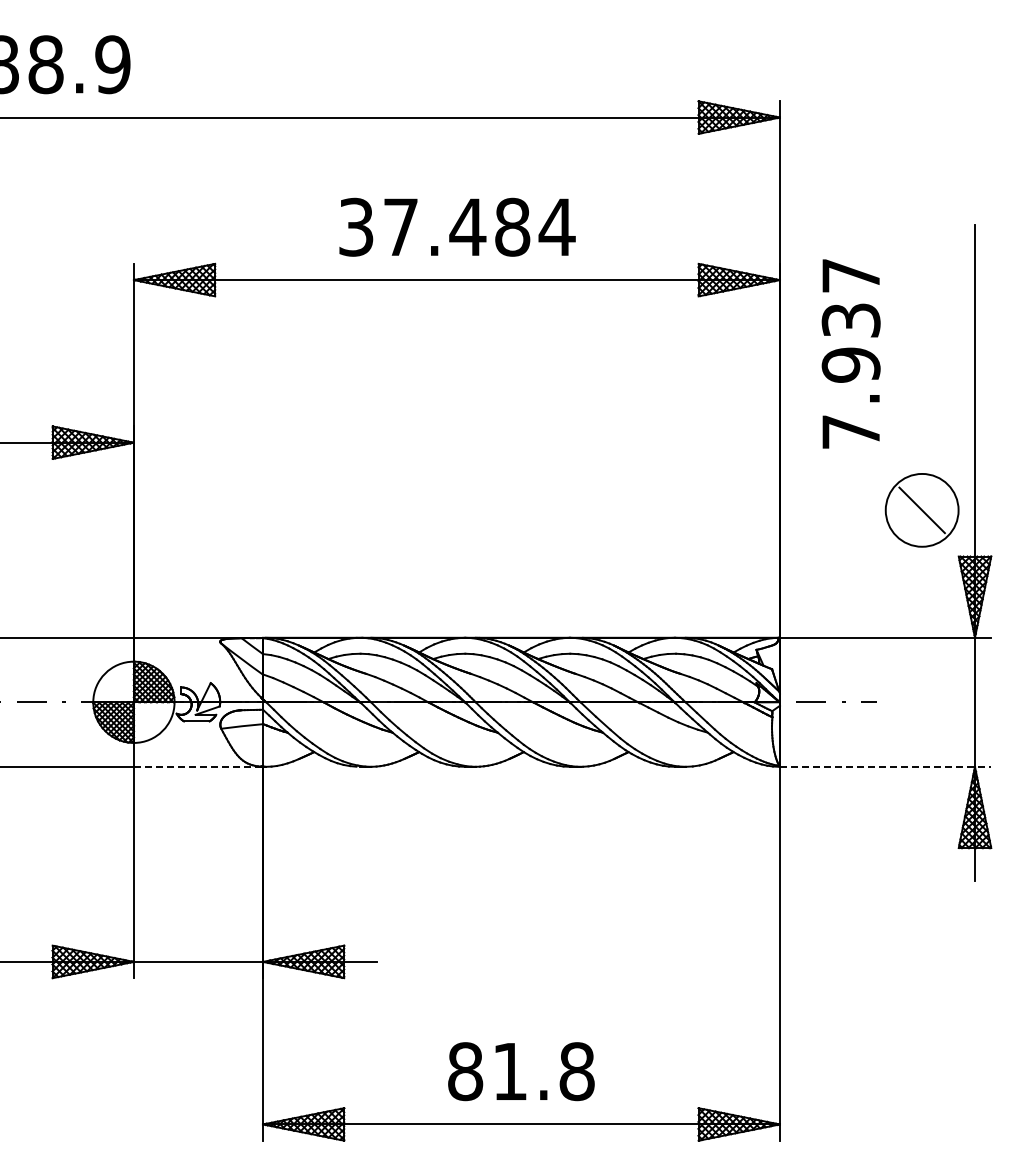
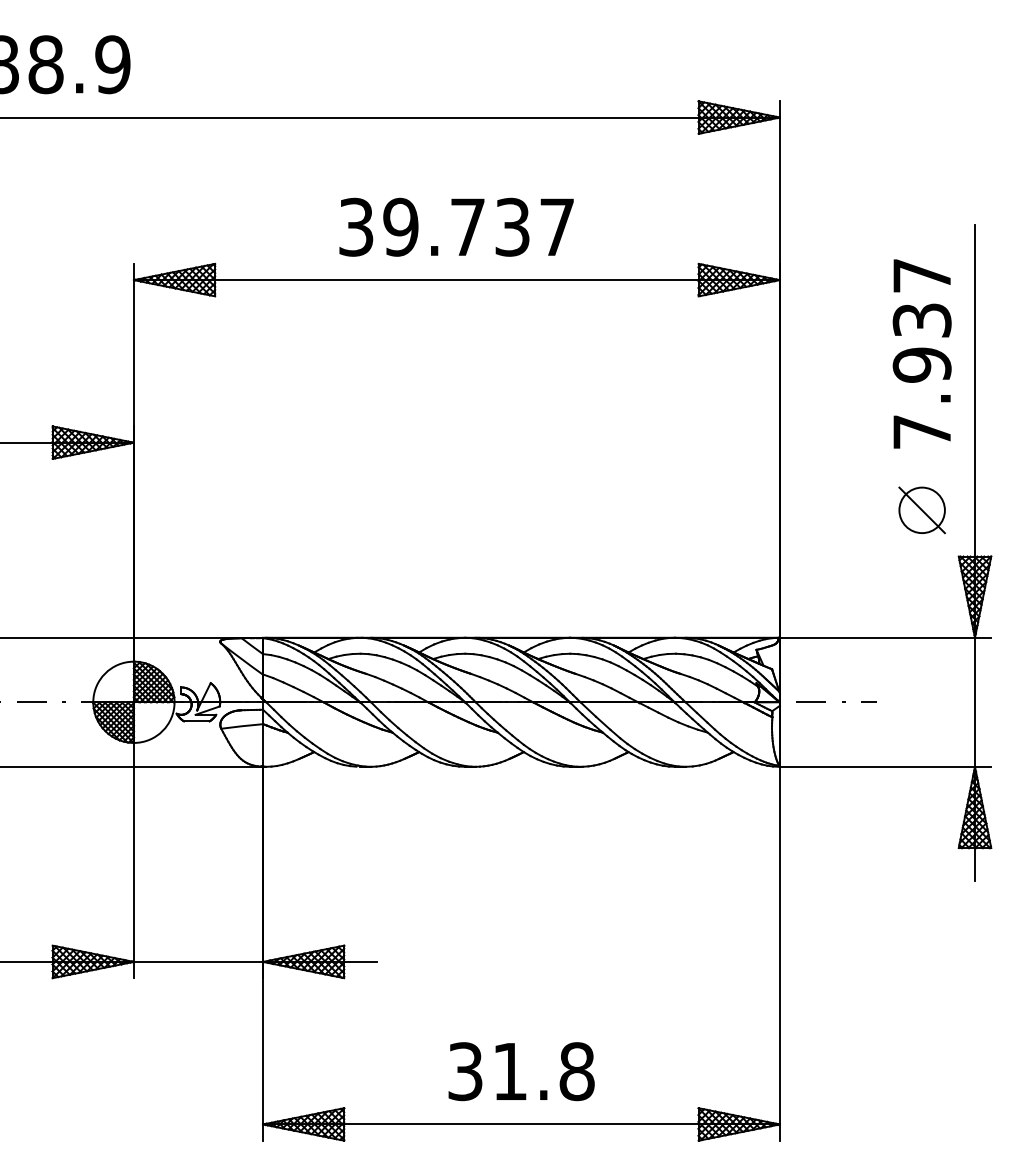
text at (479, 226): 37.484 -> 39.737
text at (850, 353) position: (850, 353) -> (921, 353)
circle at (921, 509) diameter: 73 px -> 46 px
line at (198, 766): dashed -> solid
line at (885, 766): dashed -> solid
text at (465, 1071): 81.8 -> 31.8
